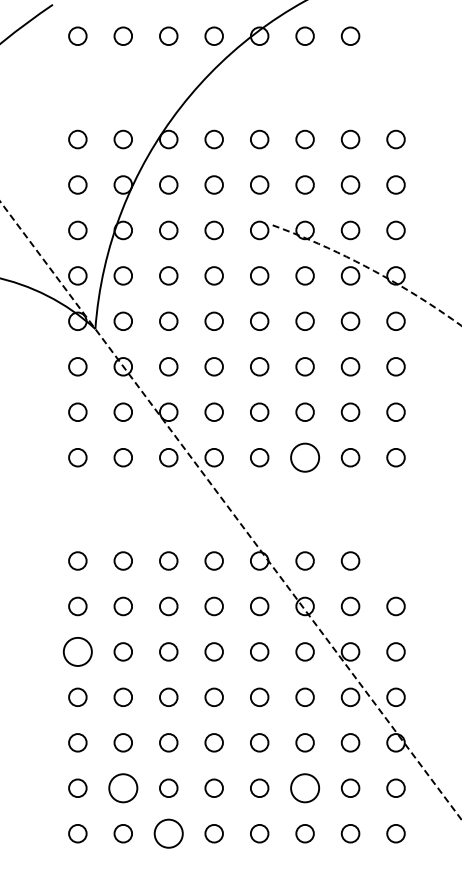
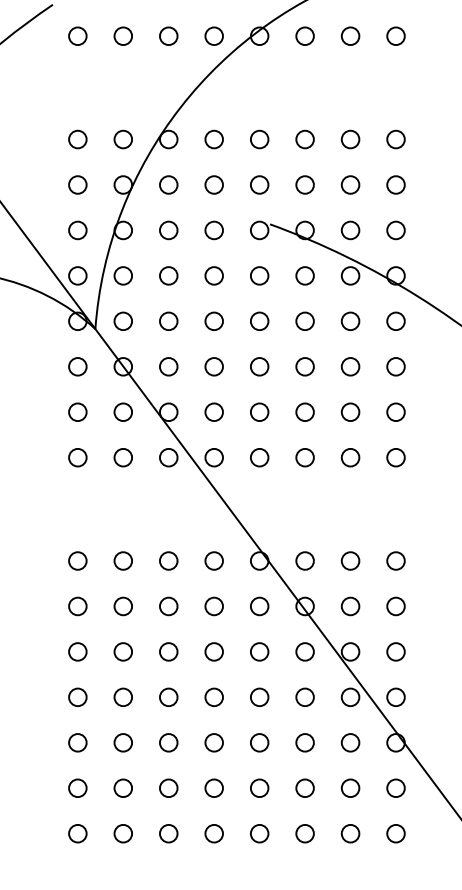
circle at (395, 35): none -> present
arc at (369, 268): dashed -> solid
circle at (305, 457) diameter: 28 px -> 18 px
line at (231, 510): dashed -> solid
circle at (395, 560): none -> present
circle at (77, 651) diameter: 28 px -> 18 px
circle at (123, 788) diameter: 28 px -> 18 px
circle at (305, 788) diameter: 28 px -> 18 px
circle at (168, 833) diameter: 28 px -> 18 px
